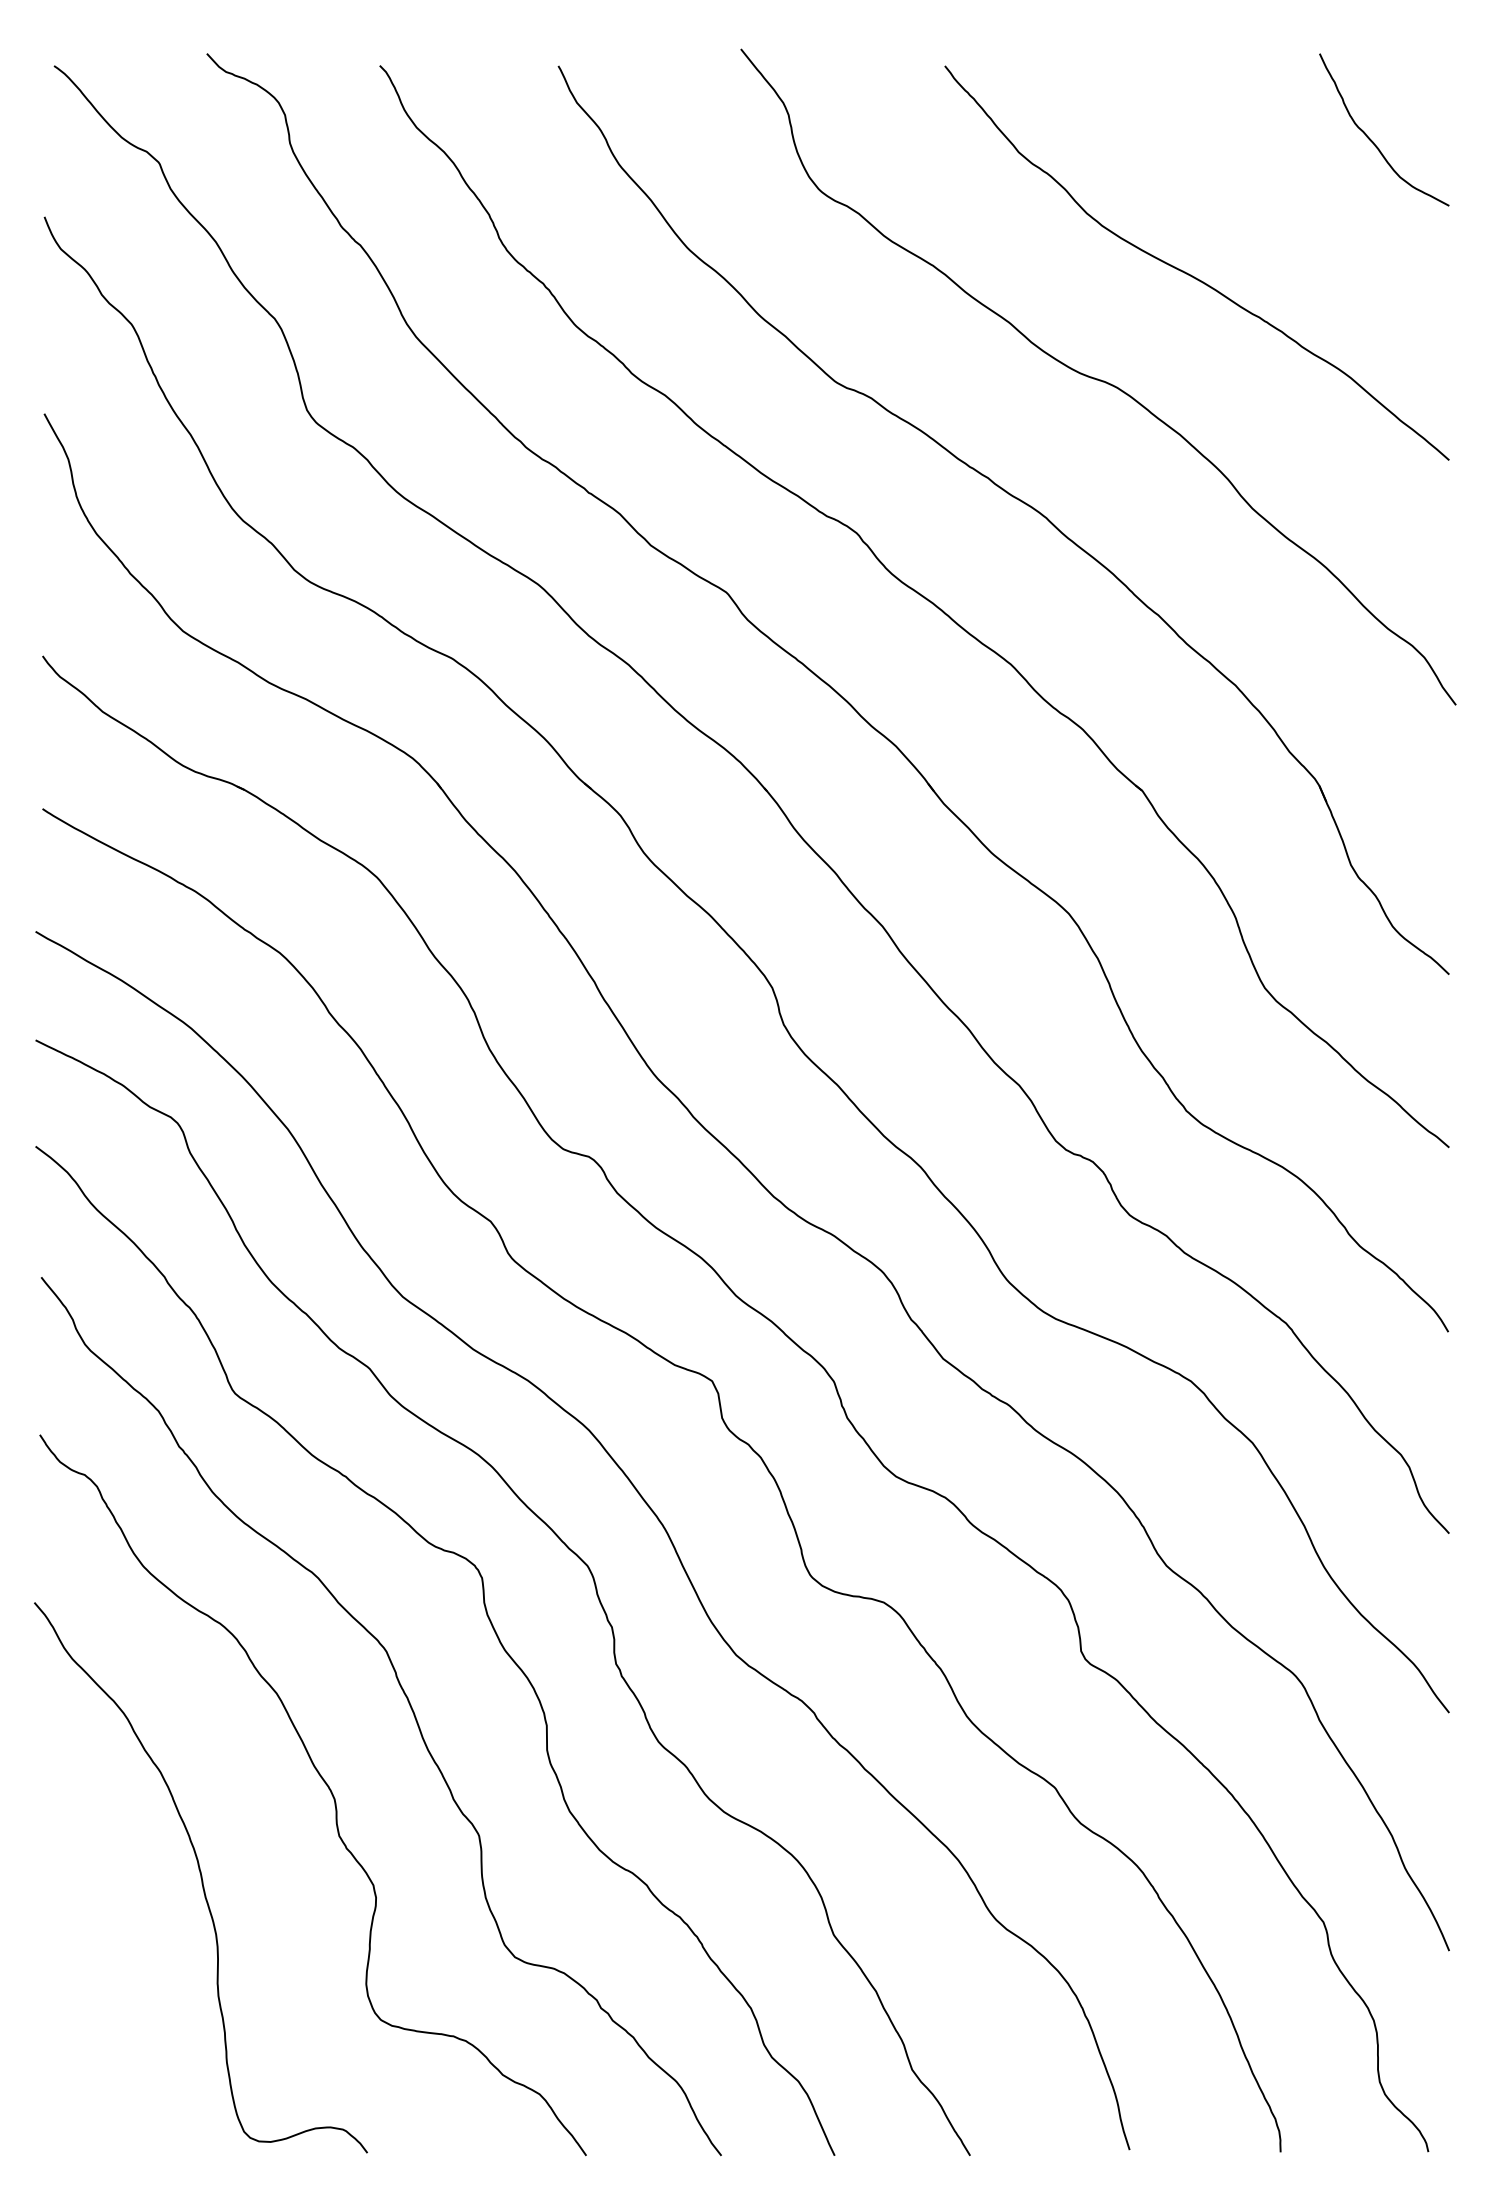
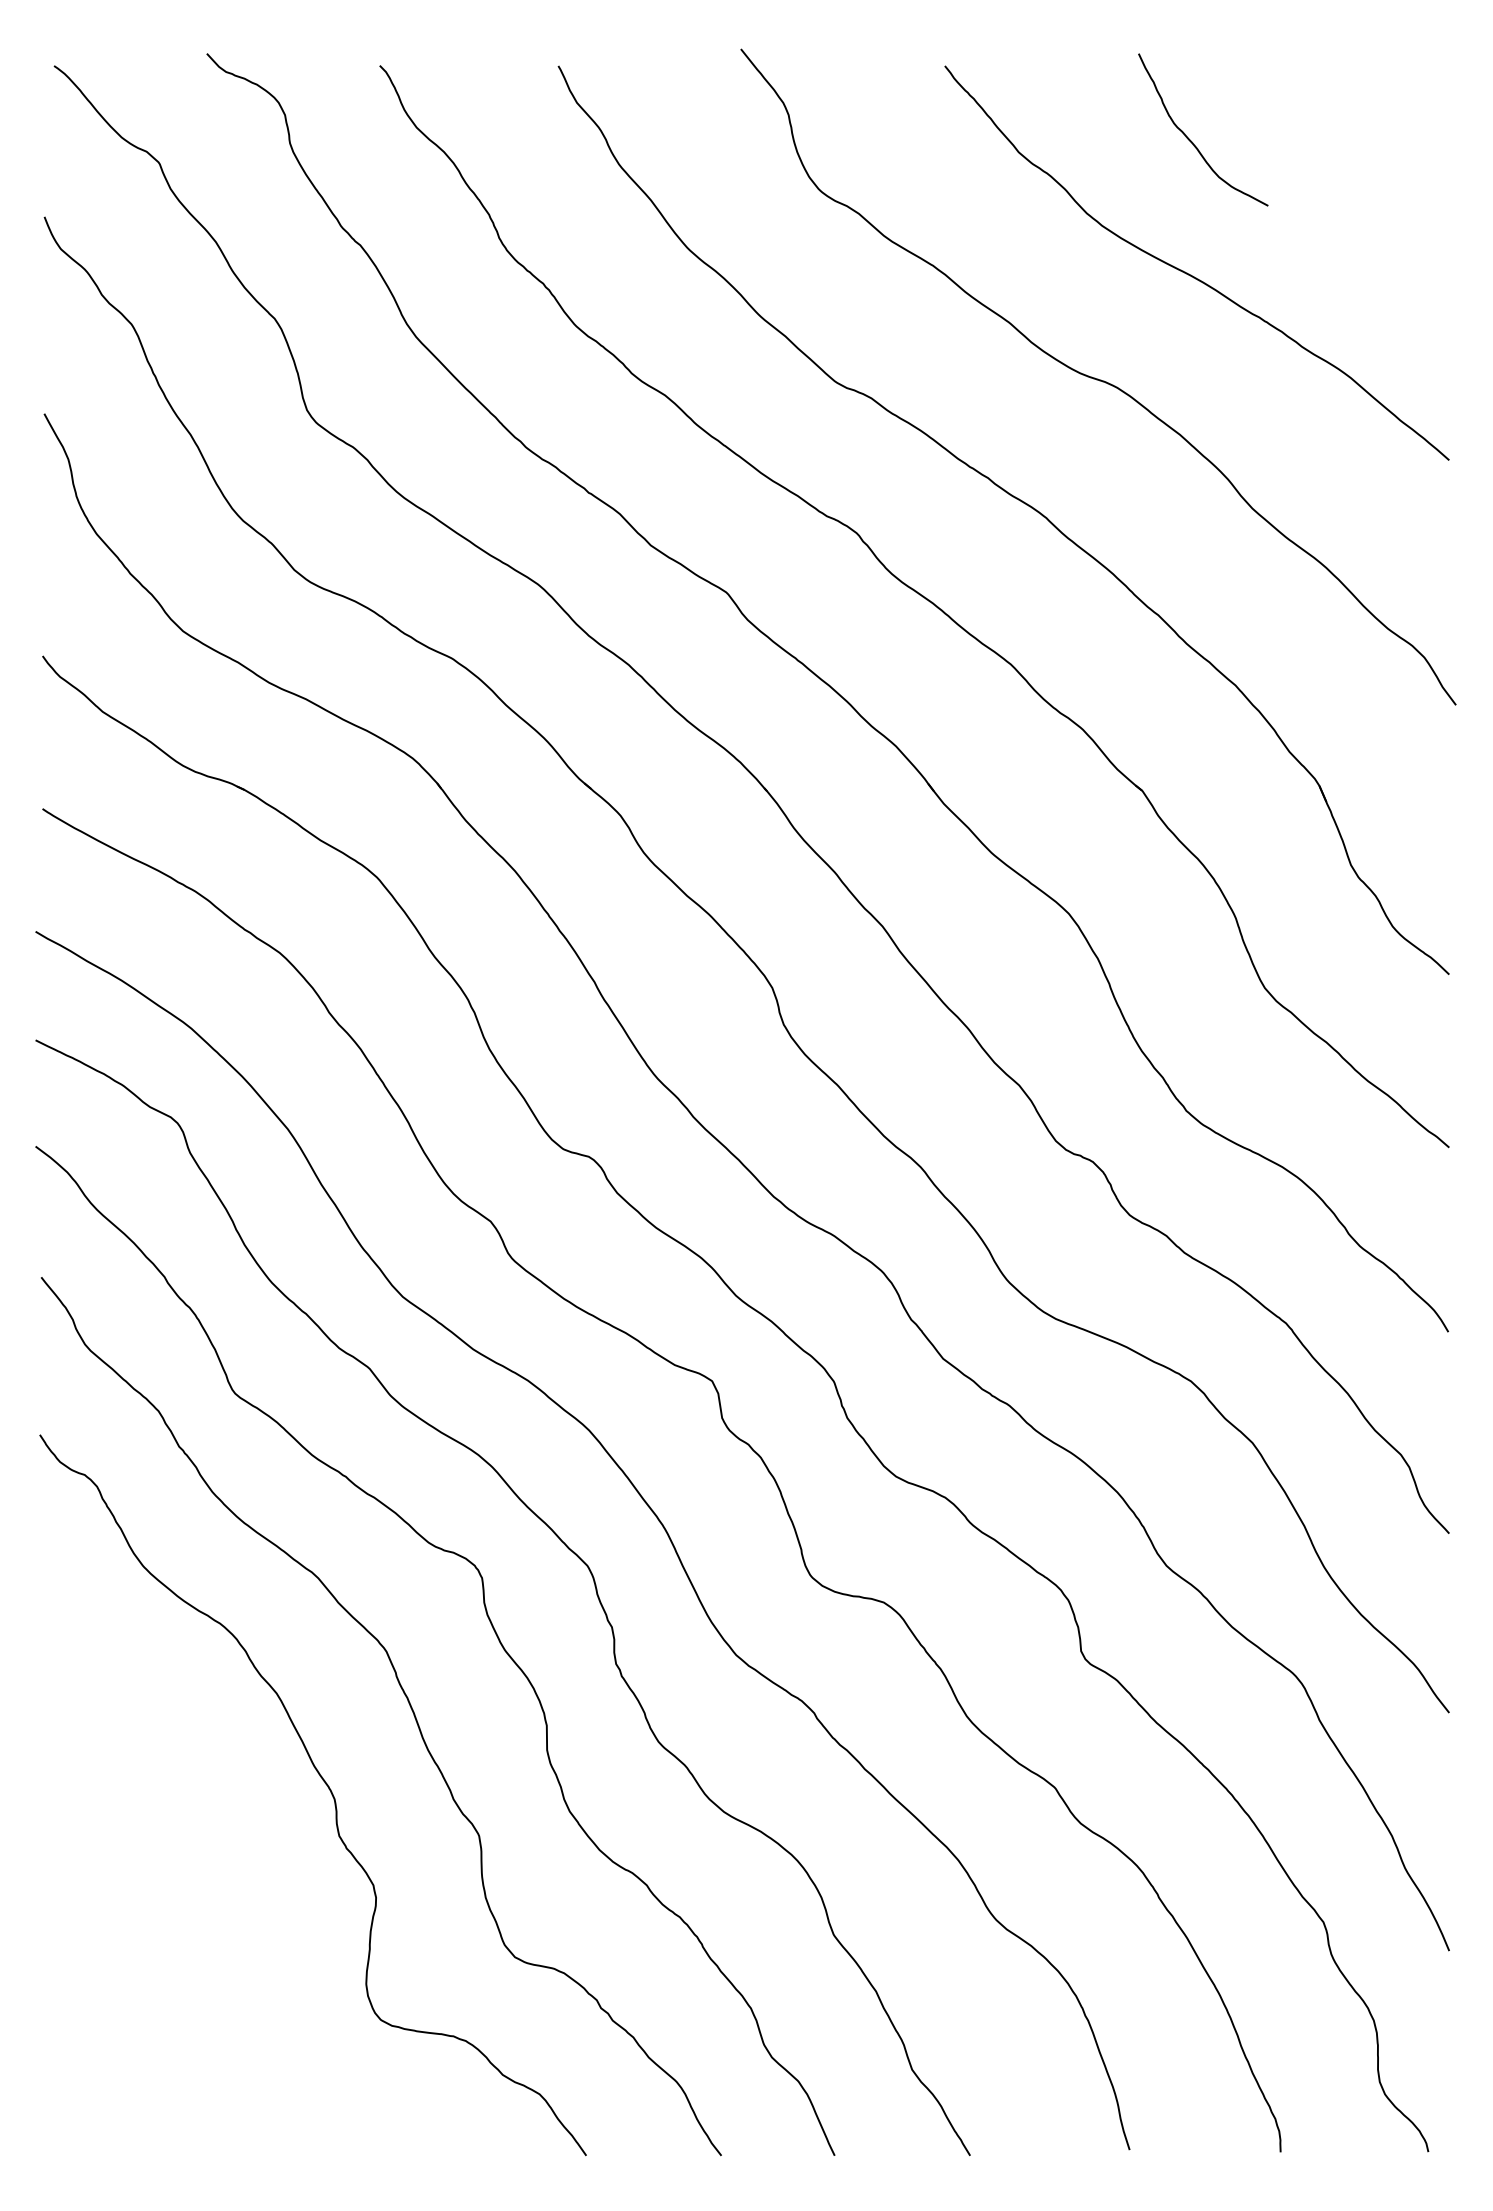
curve at (1372, 140) position: (1372, 140) -> (1191, 140)
curve at (200, 1877): present -> none
